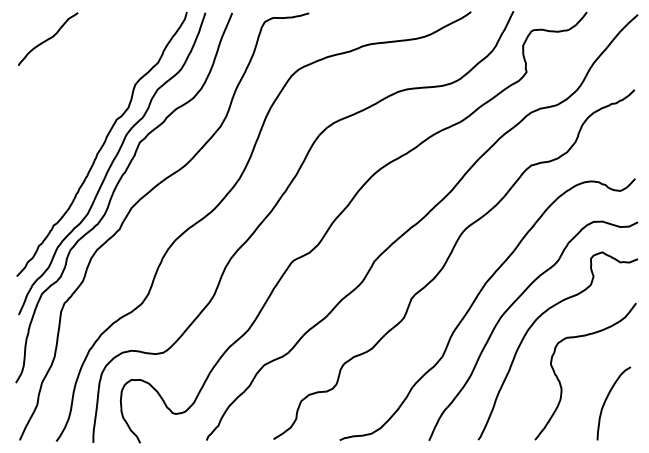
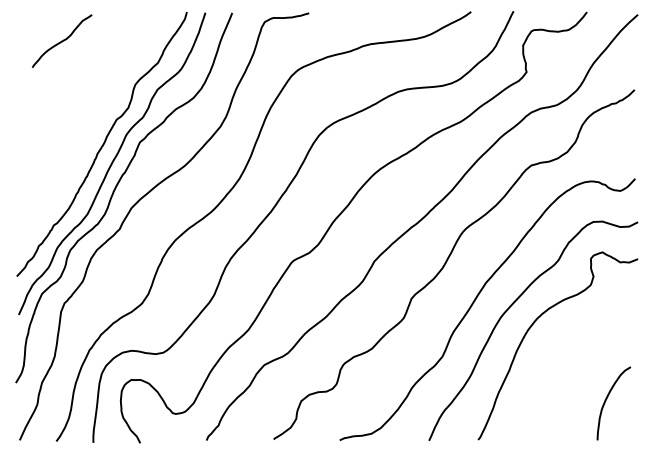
curve at (48, 38) position: (48, 38) -> (62, 40)
curve at (560, 381): present -> none
